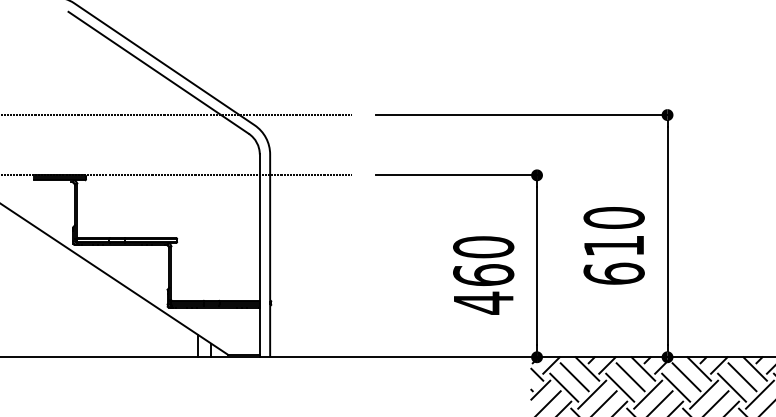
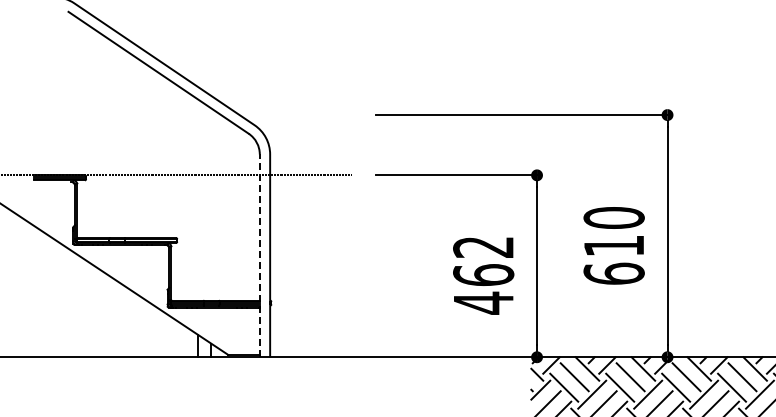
line at (177, 115): present -> none
text at (483, 247): 460 -> 462
line at (259, 255): solid -> dashed
